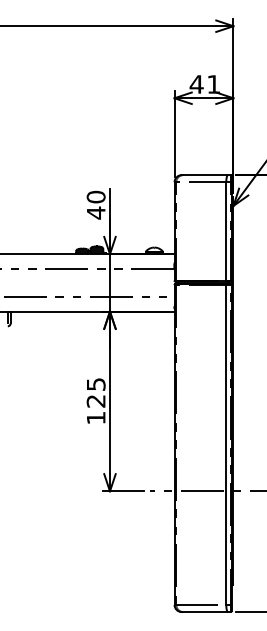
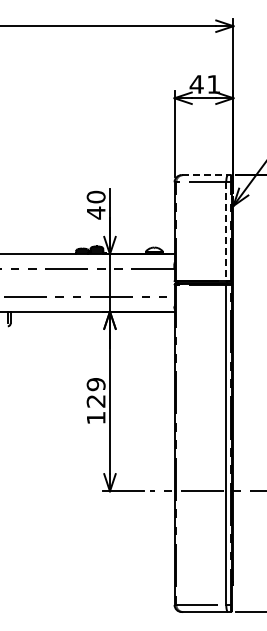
line at (206, 175): solid -> dashed
line at (226, 232): solid -> dashed
text at (95, 384): 125 -> 129
